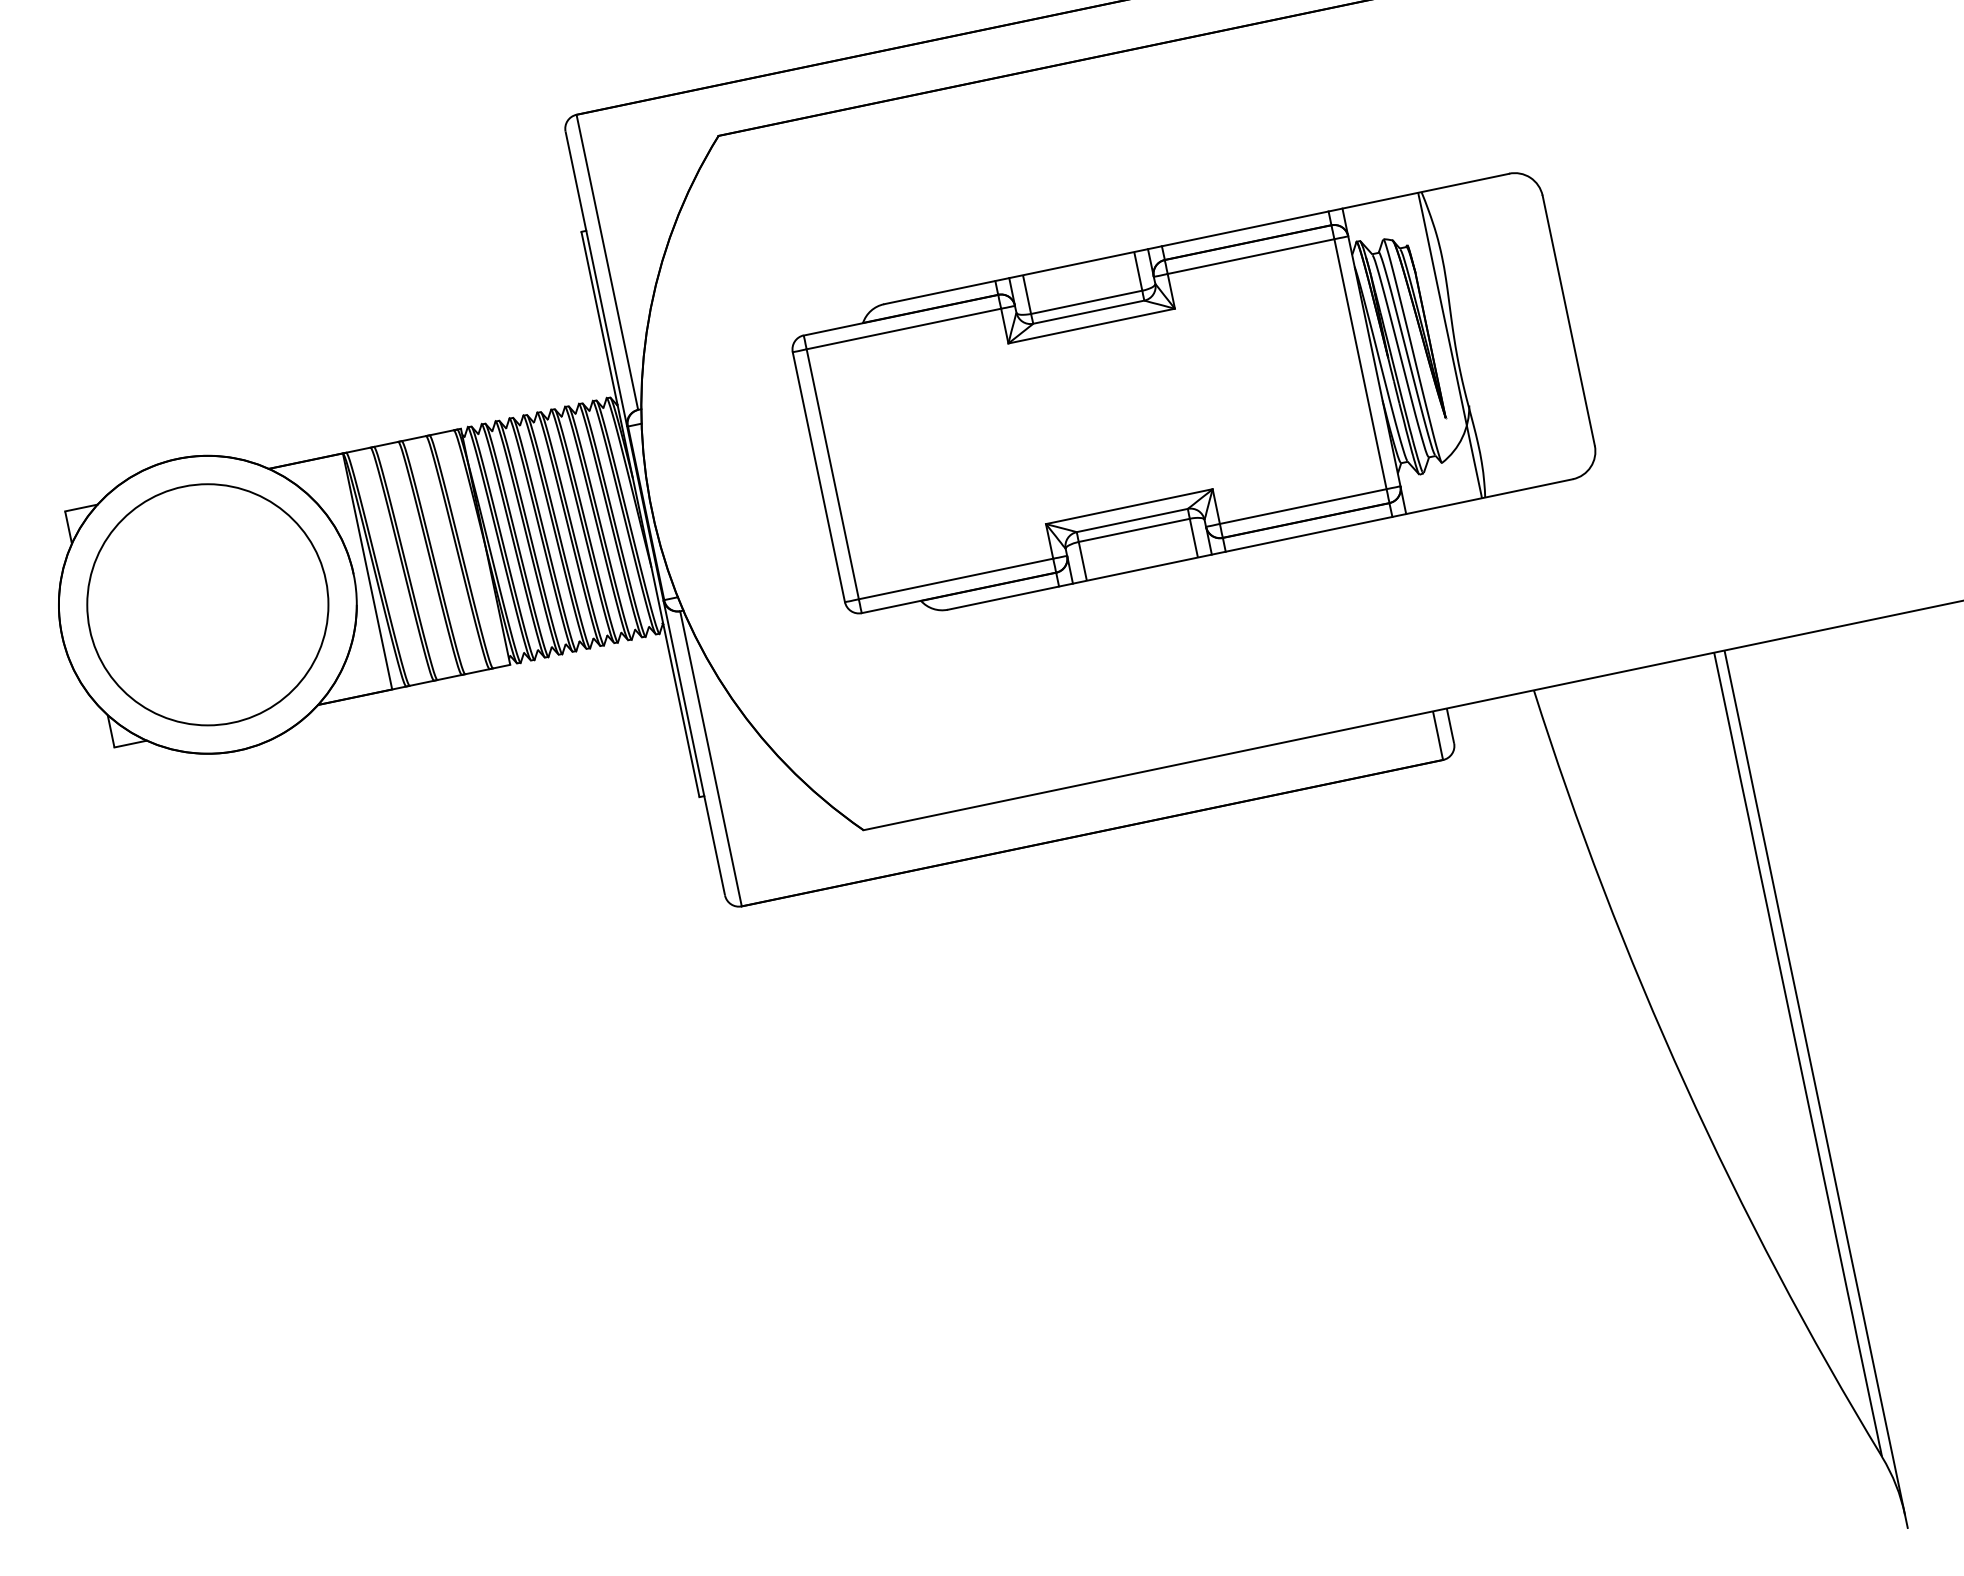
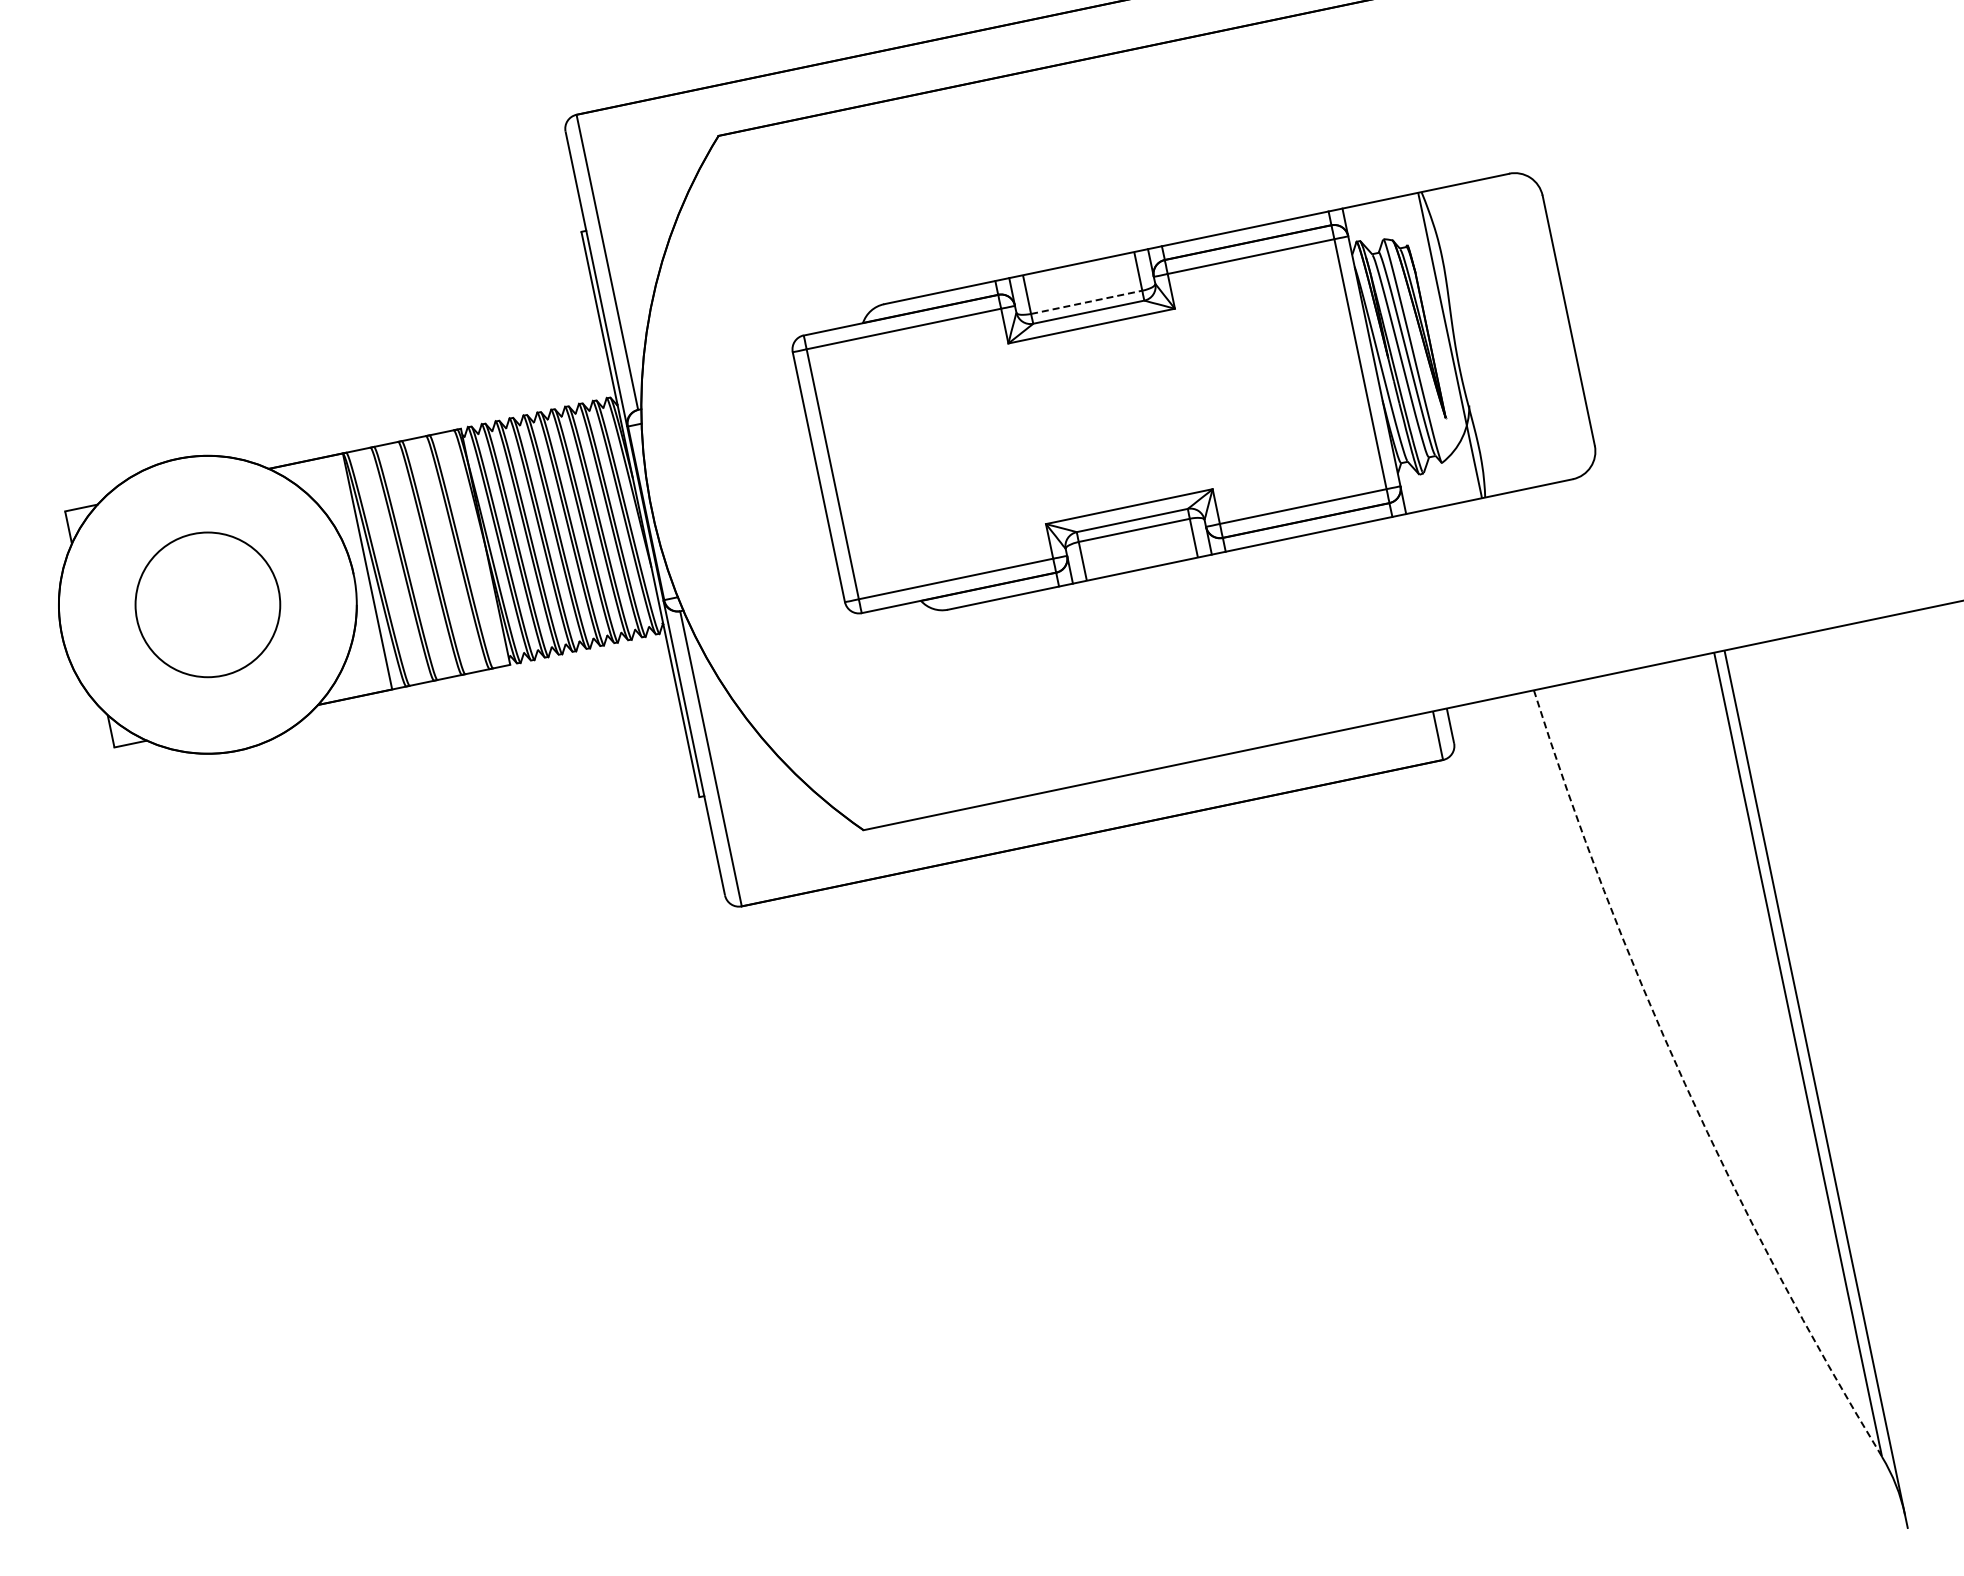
line at (1086, 302): solid -> dashed
circle at (207, 604) size: 244x244 px -> 148x148 px
arc at (1685, 1084): solid -> dashed
